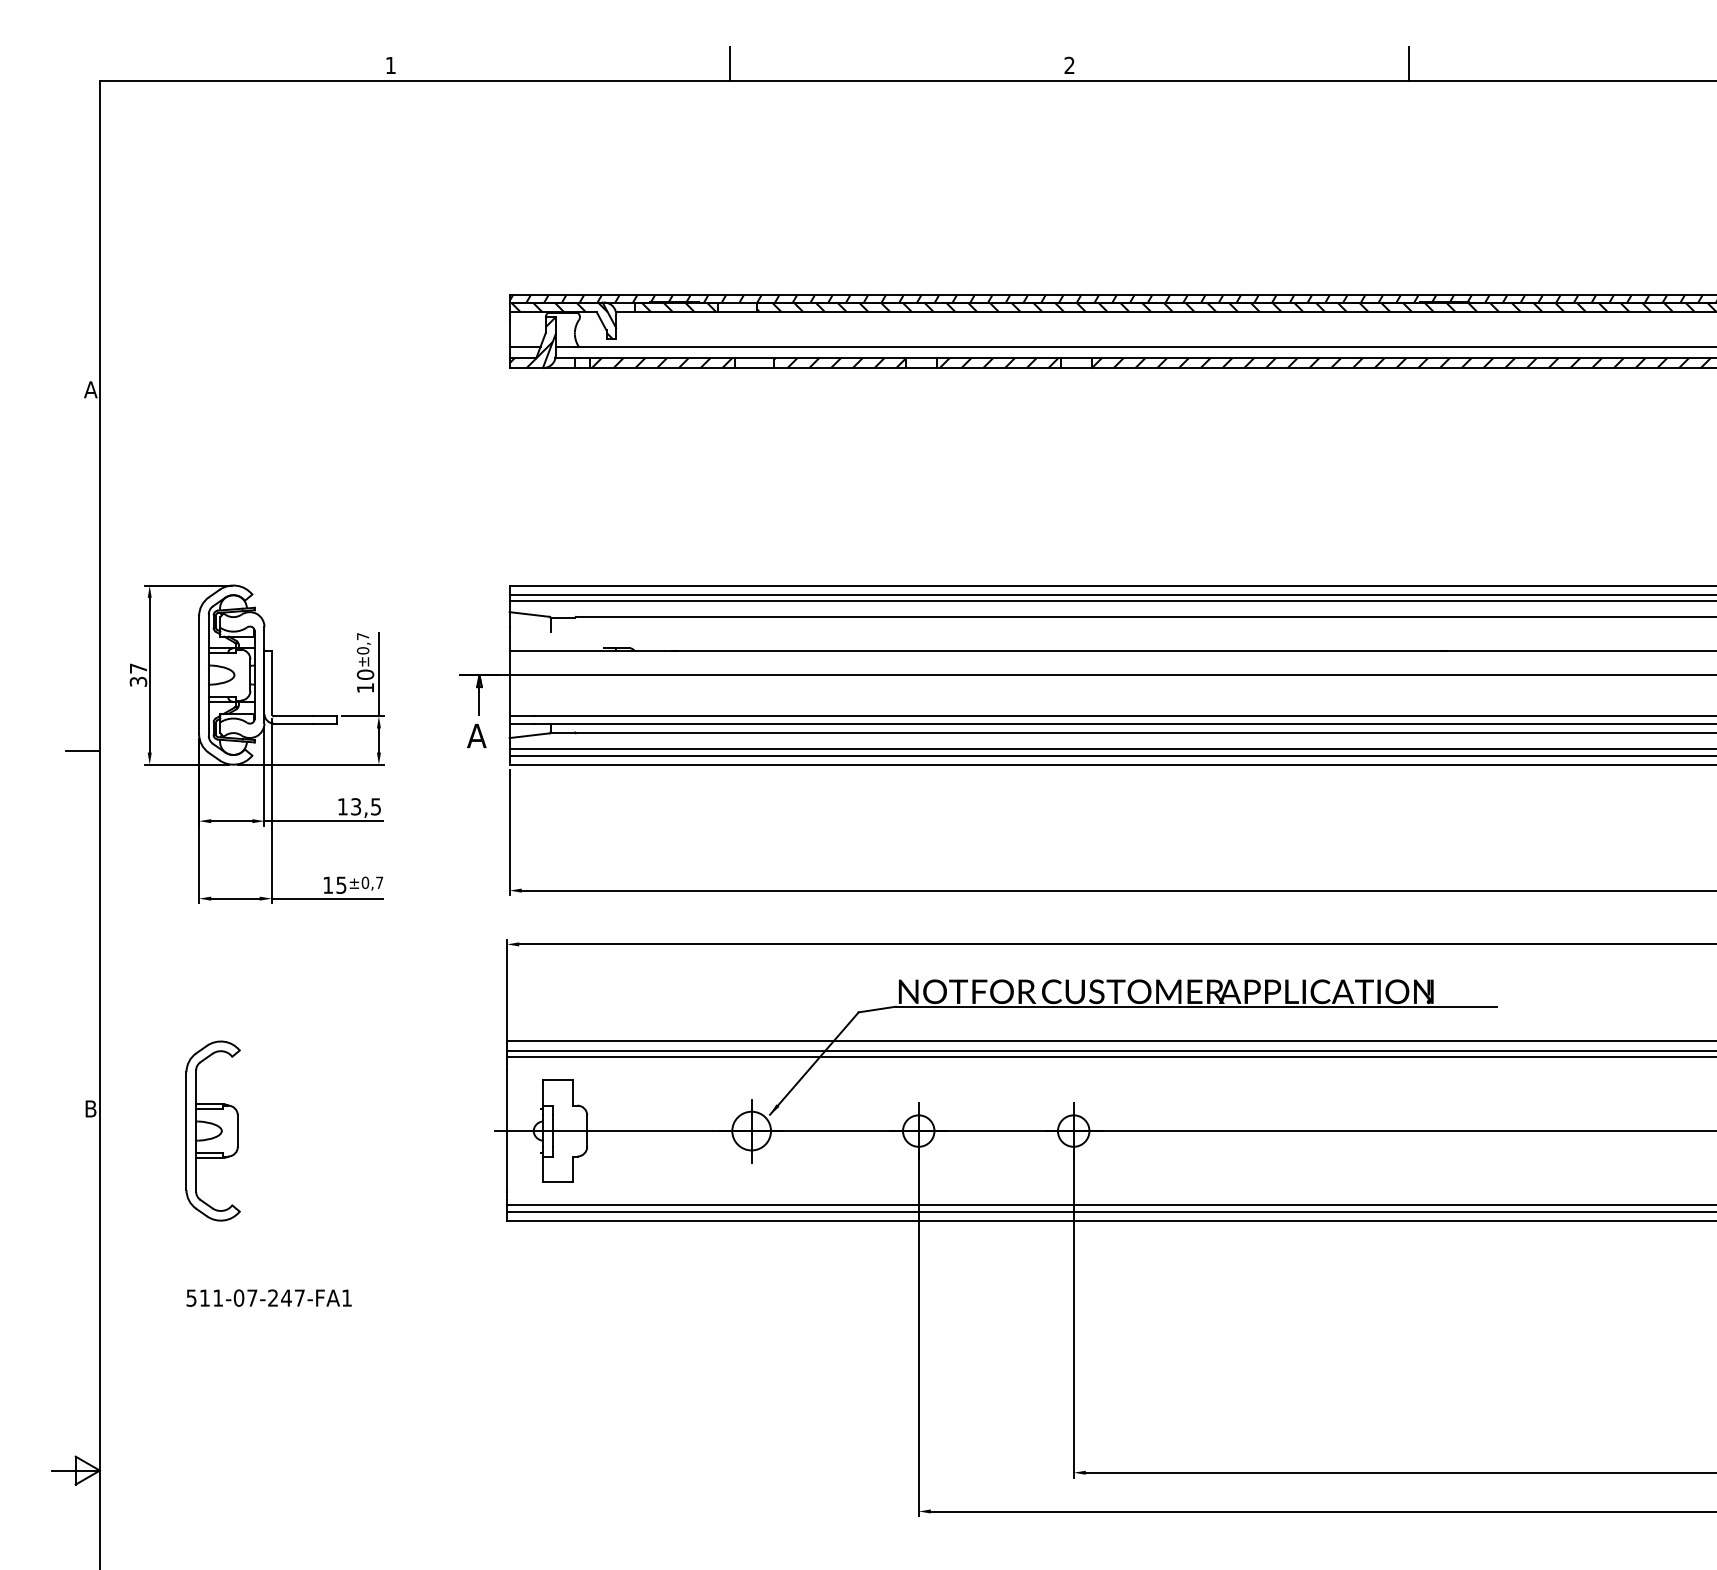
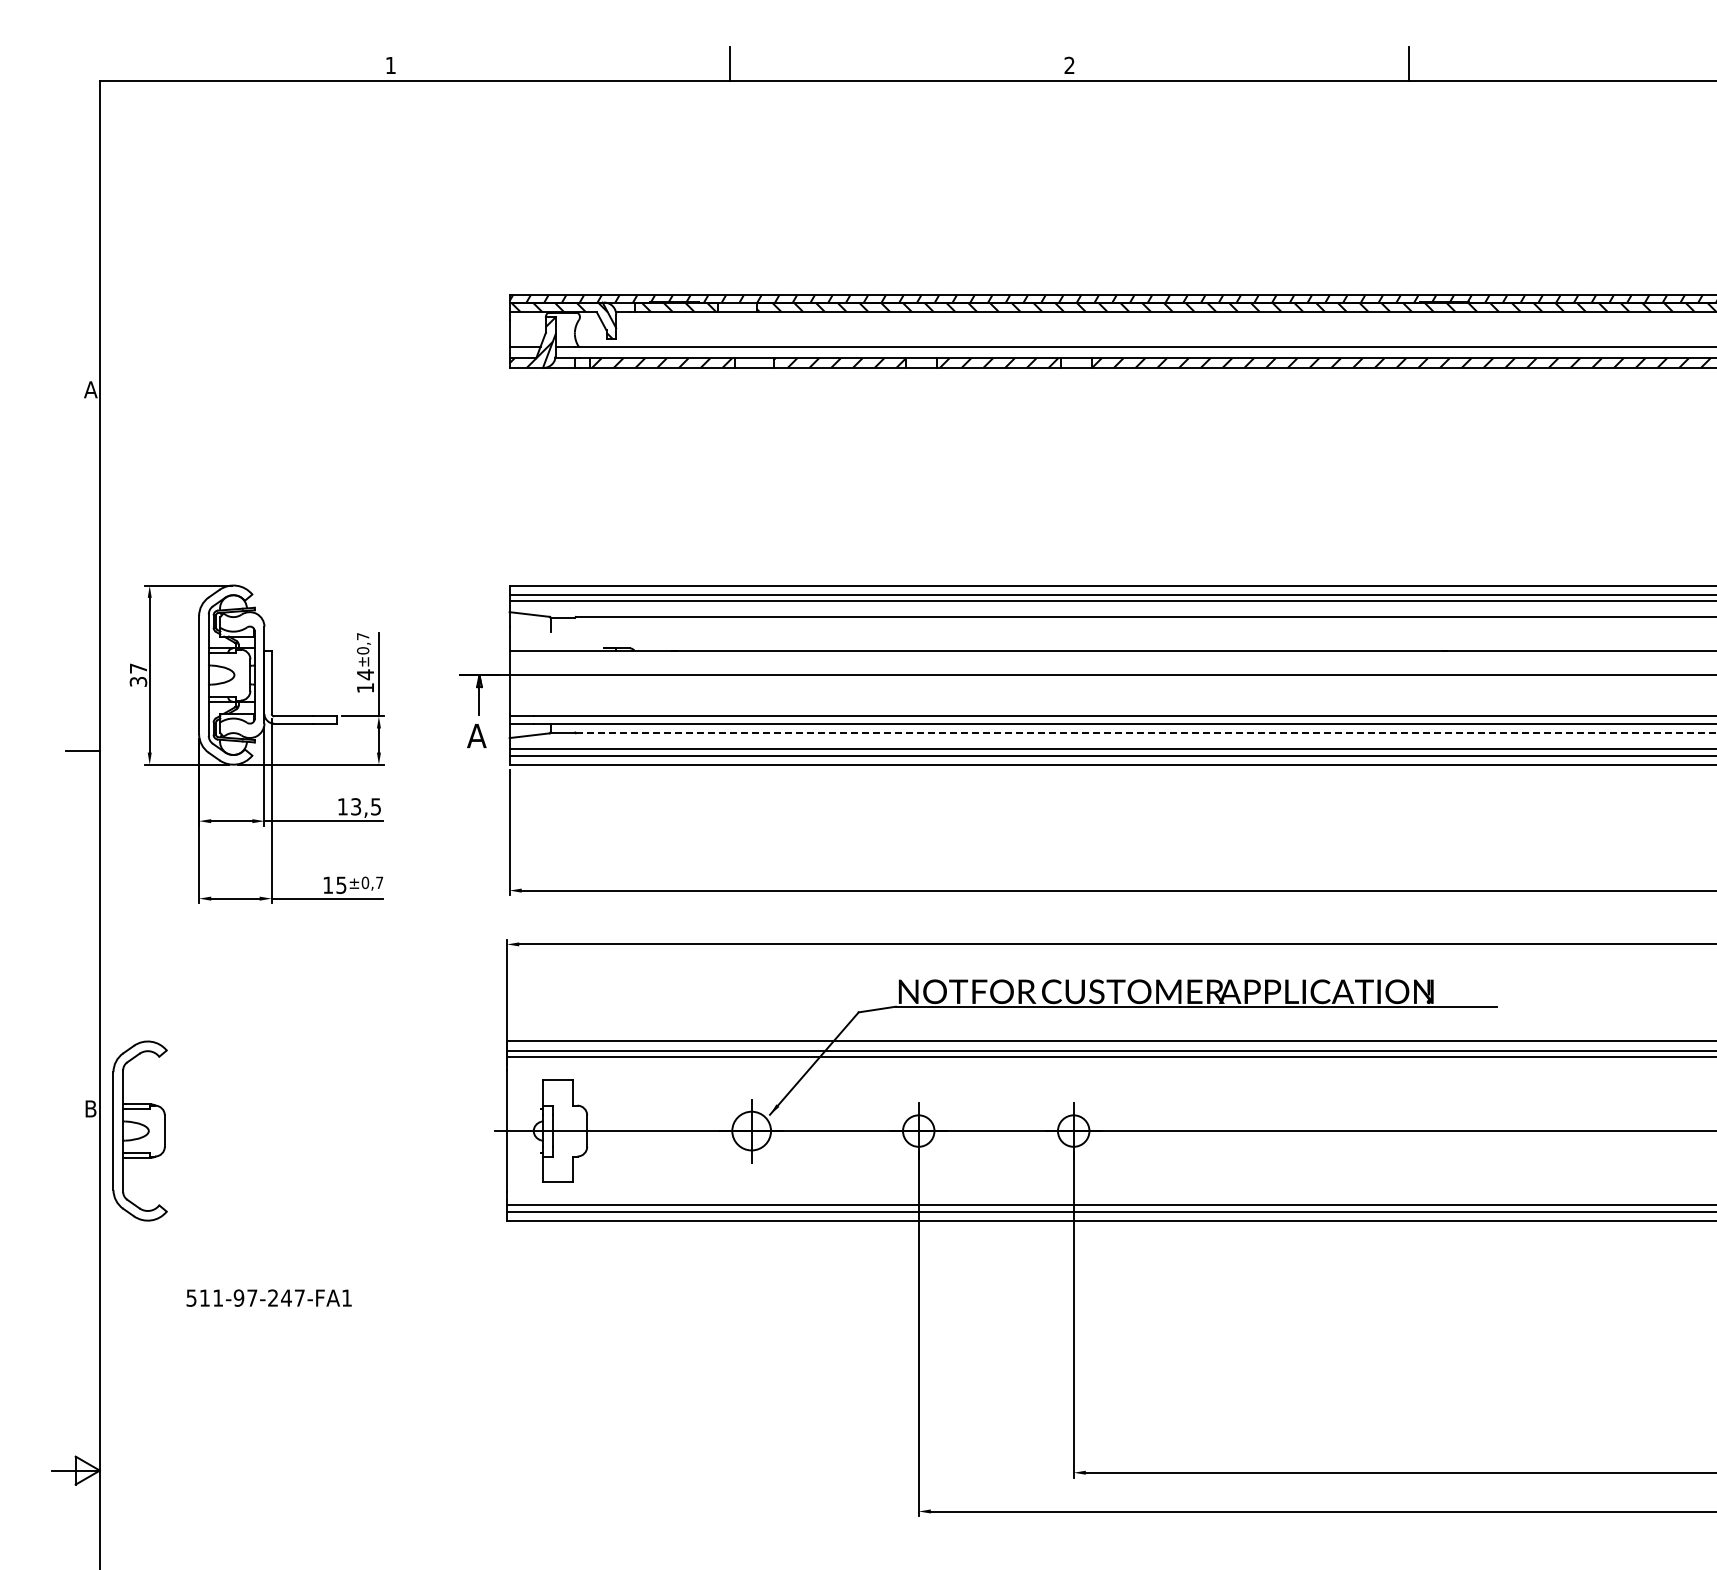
text at (365, 674): 10 -> 14
line at (1146, 733): solid -> dashed
part at (212, 1130) position: (212, 1130) -> (139, 1130)
text at (238, 1297): 511-07-247-FA1 -> 511-97-247-FA1
